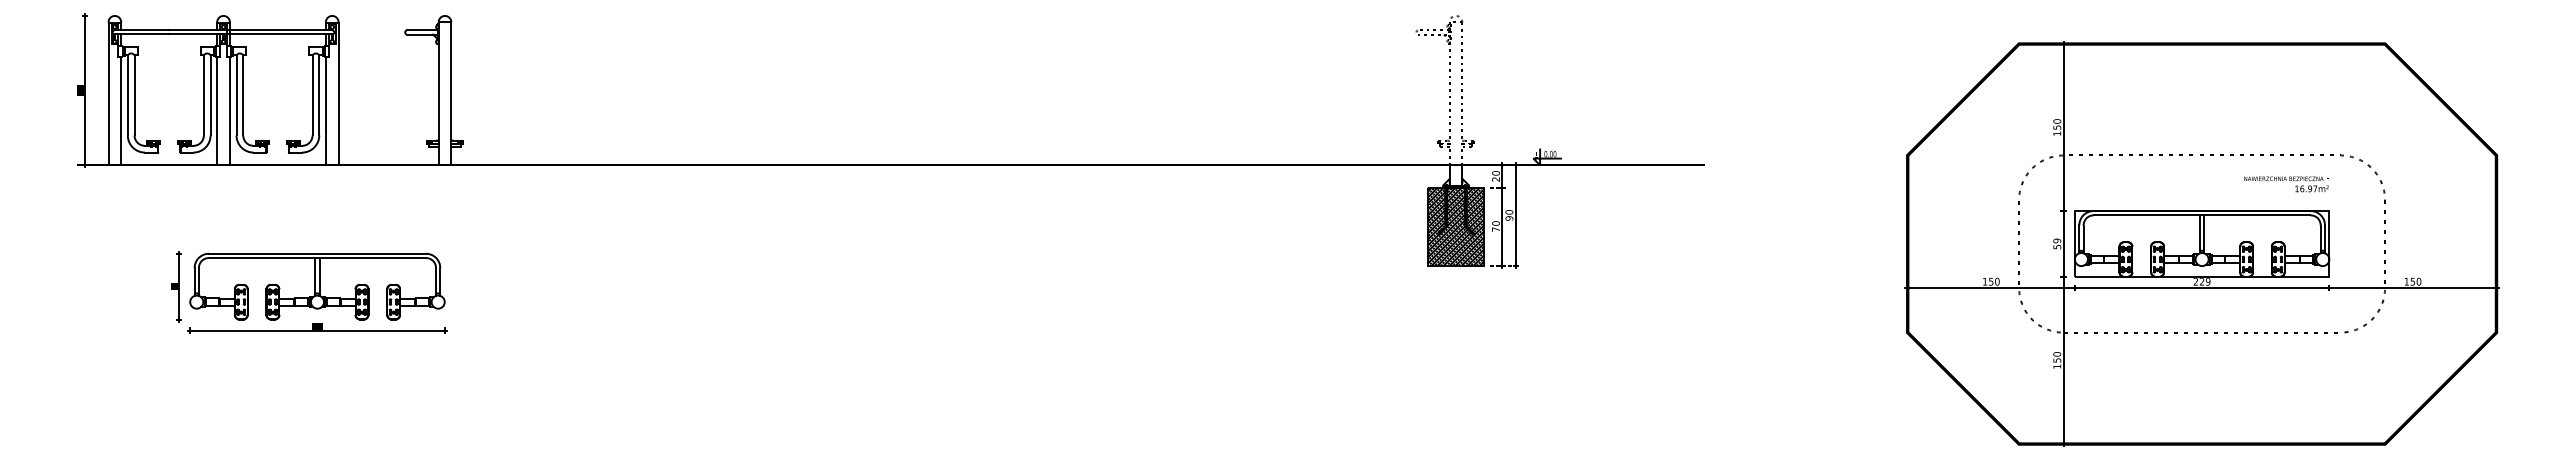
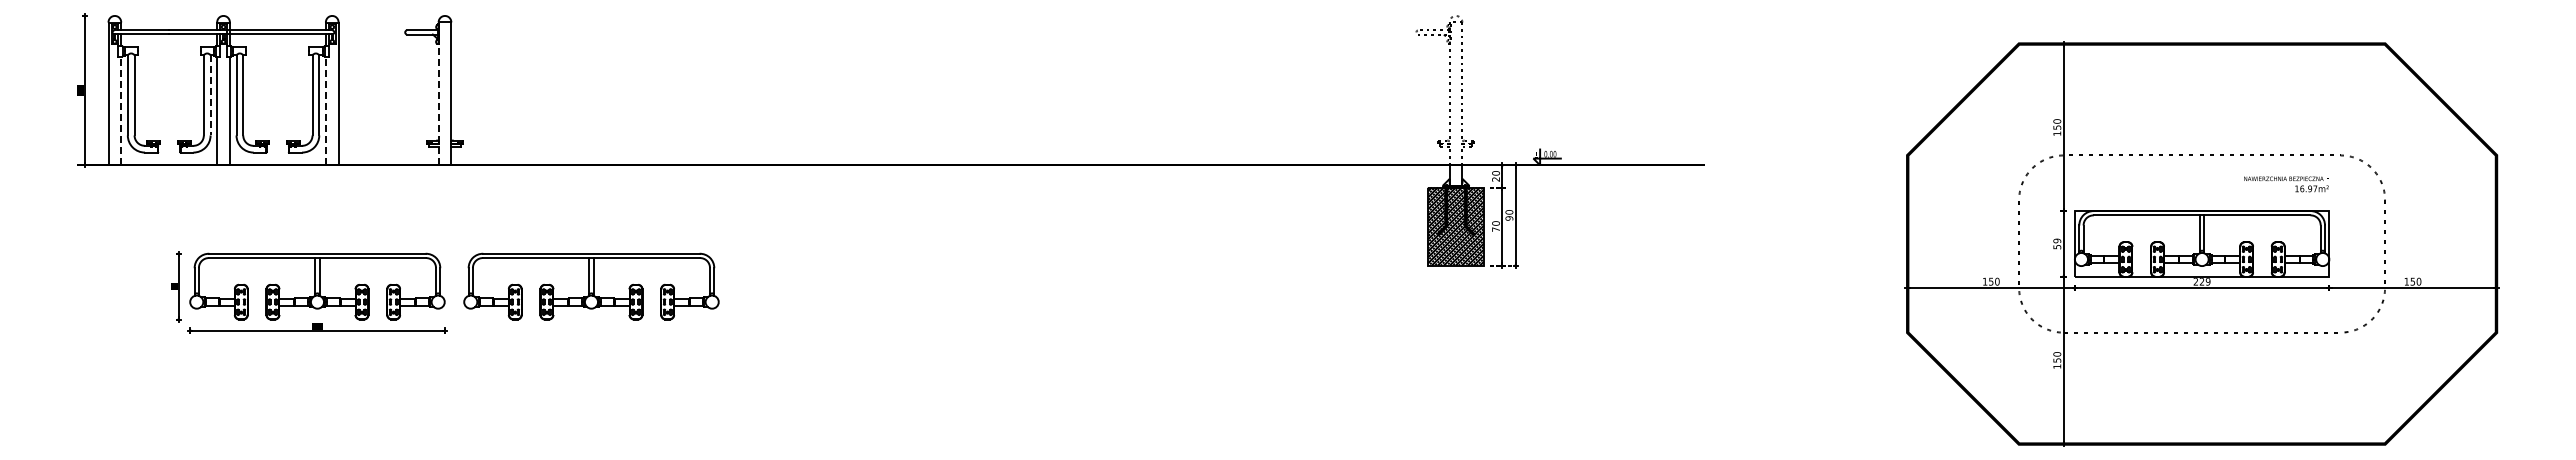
line at (210, 95): solid -> dashed
line at (438, 104): solid -> dashed
line at (121, 110): solid -> dashed
line at (325, 110): solid -> dashed
part at (591, 286): none -> present
